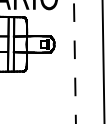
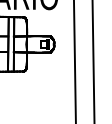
line at (74, 61): dashed -> solid
line at (103, 61) position: (103, 61) -> (93, 61)
